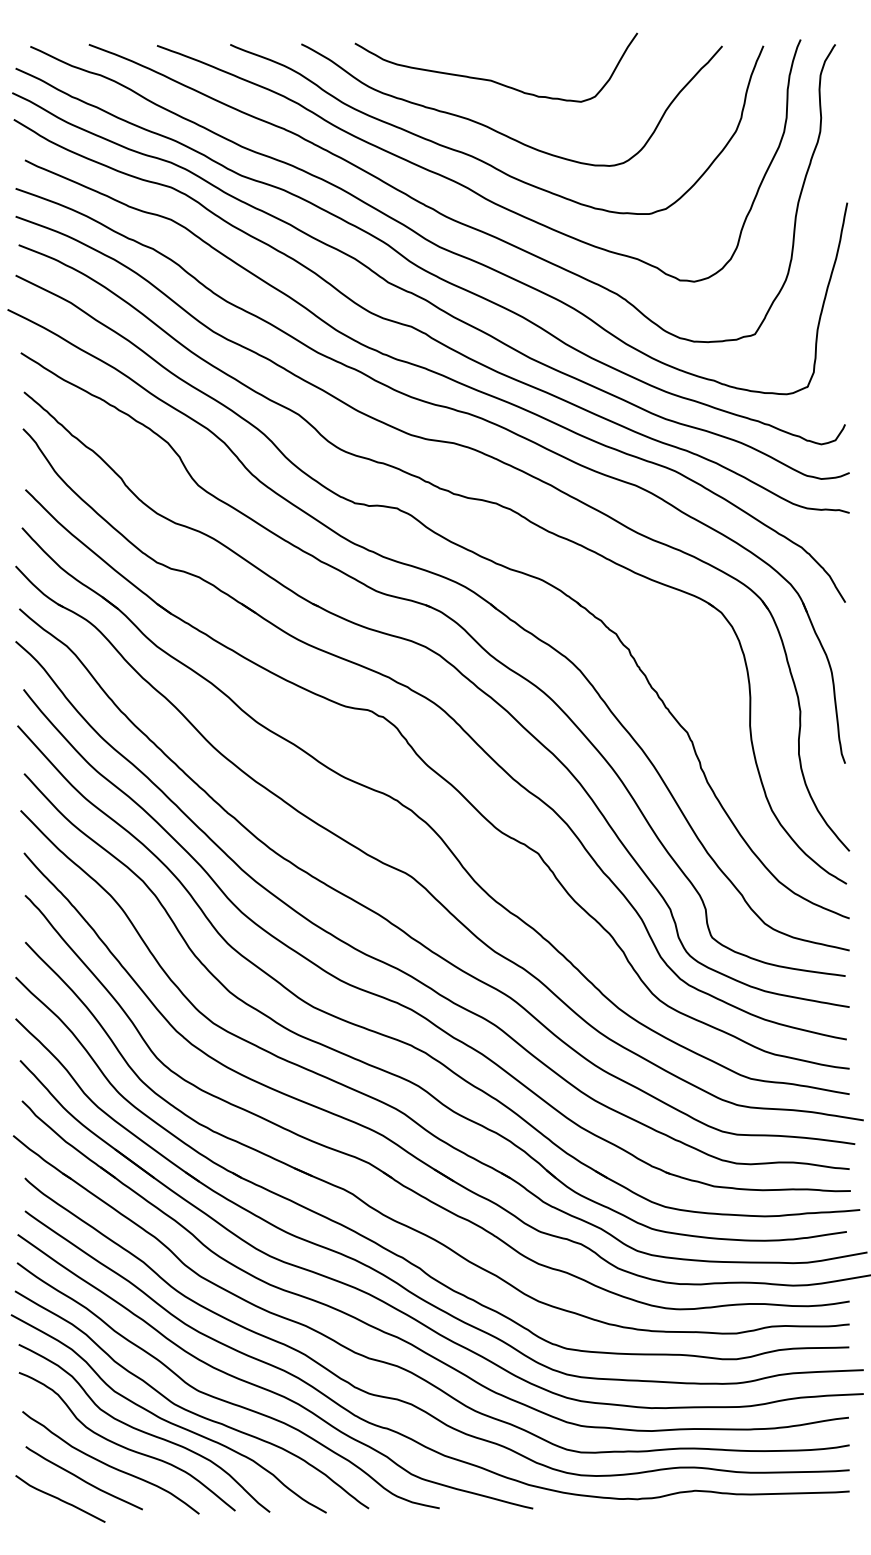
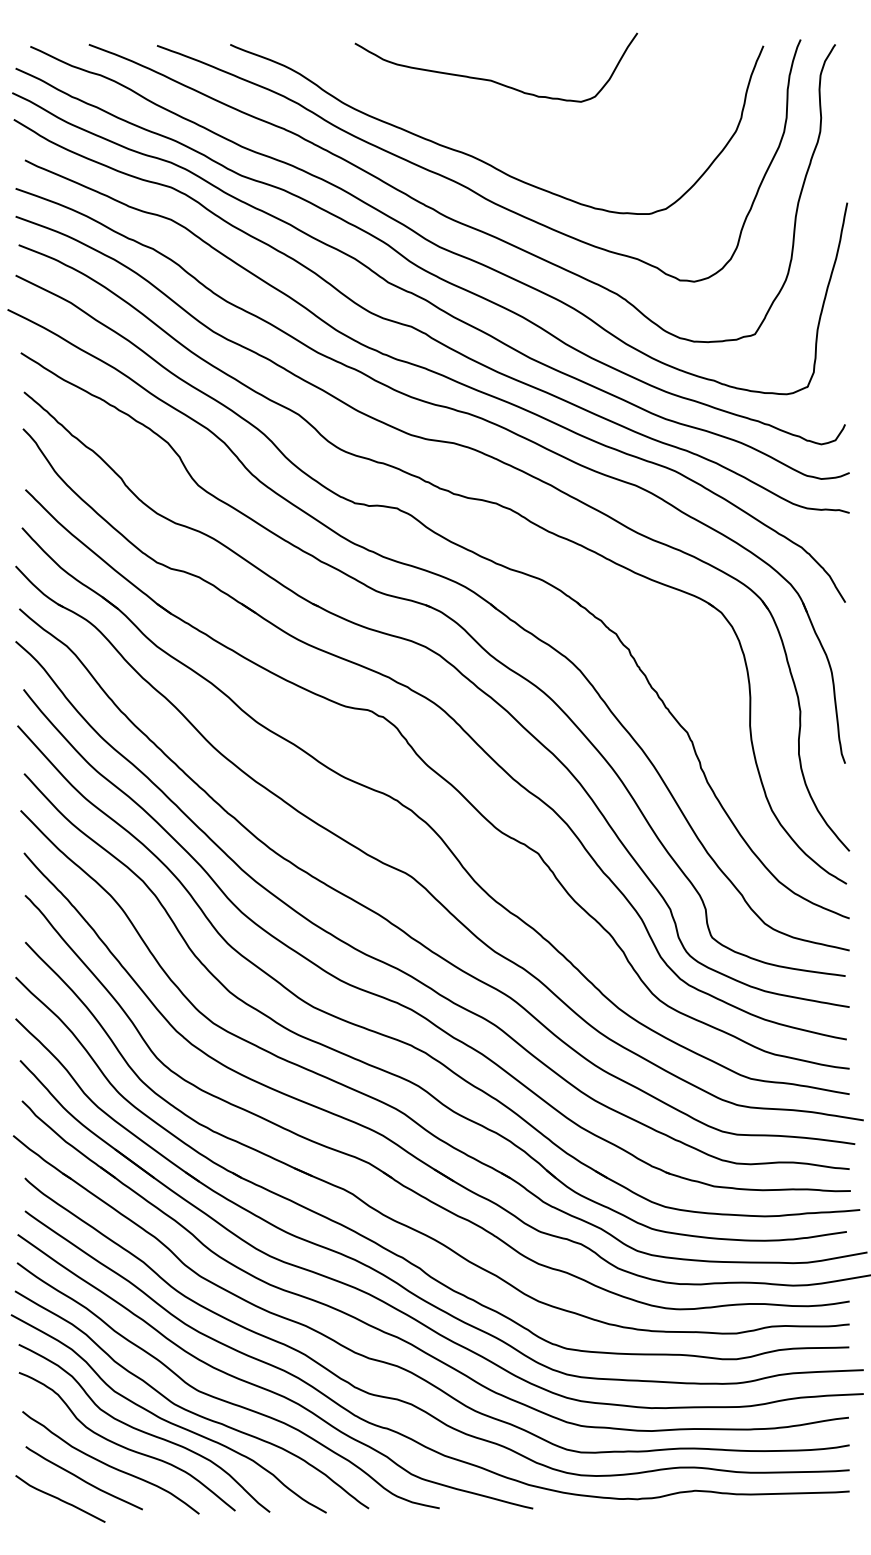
curve at (497, 130): present -> none
